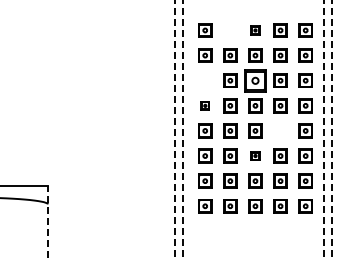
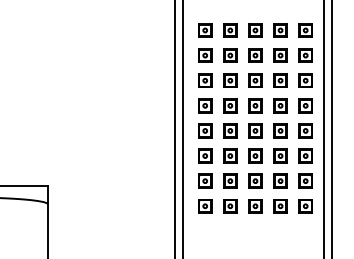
part at (230, 30): none -> present
part at (255, 30) size: 11x11 px -> 15x15 px
part at (205, 80): none -> present
part at (255, 80) size: 23x24 px -> 15x15 px
part at (204, 105) size: 10x10 px -> 15x16 px
line at (175, 129): dashed -> solid
line at (183, 129): dashed -> solid
line at (324, 129): dashed -> solid
line at (331, 129): dashed -> solid
part at (280, 130): none -> present
part at (255, 155) size: 11x10 px -> 15x16 px
line at (47, 221): dashed -> solid
